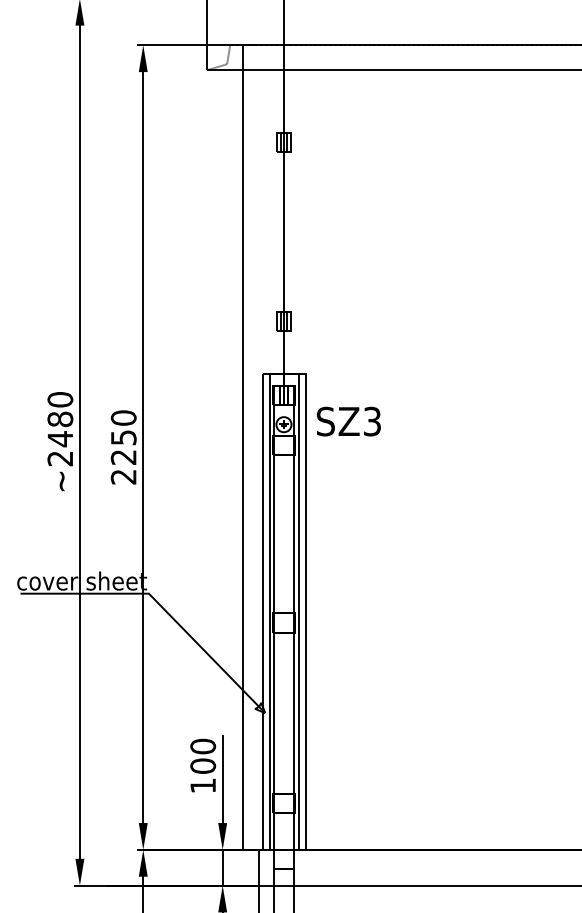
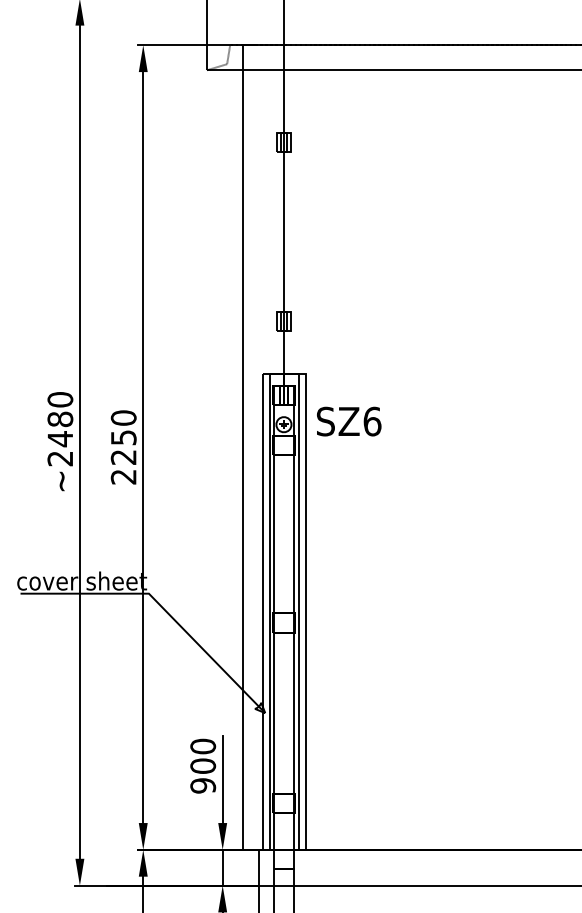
text at (372, 421): SZ3 -> SZ6
text at (203, 785): 100 -> 900
